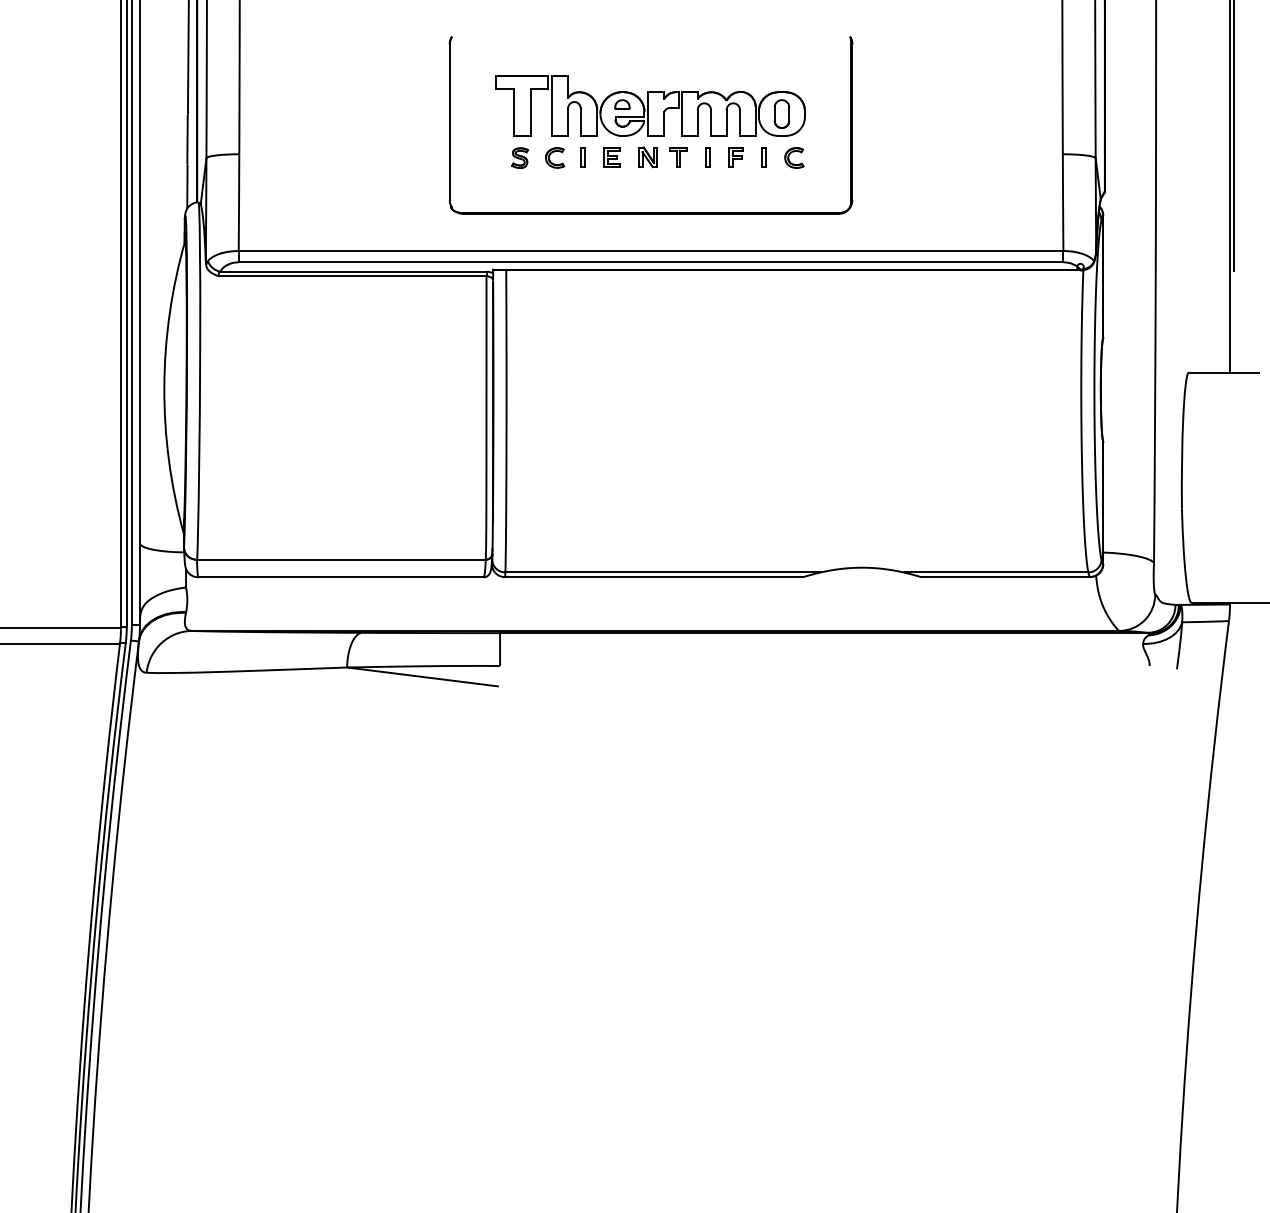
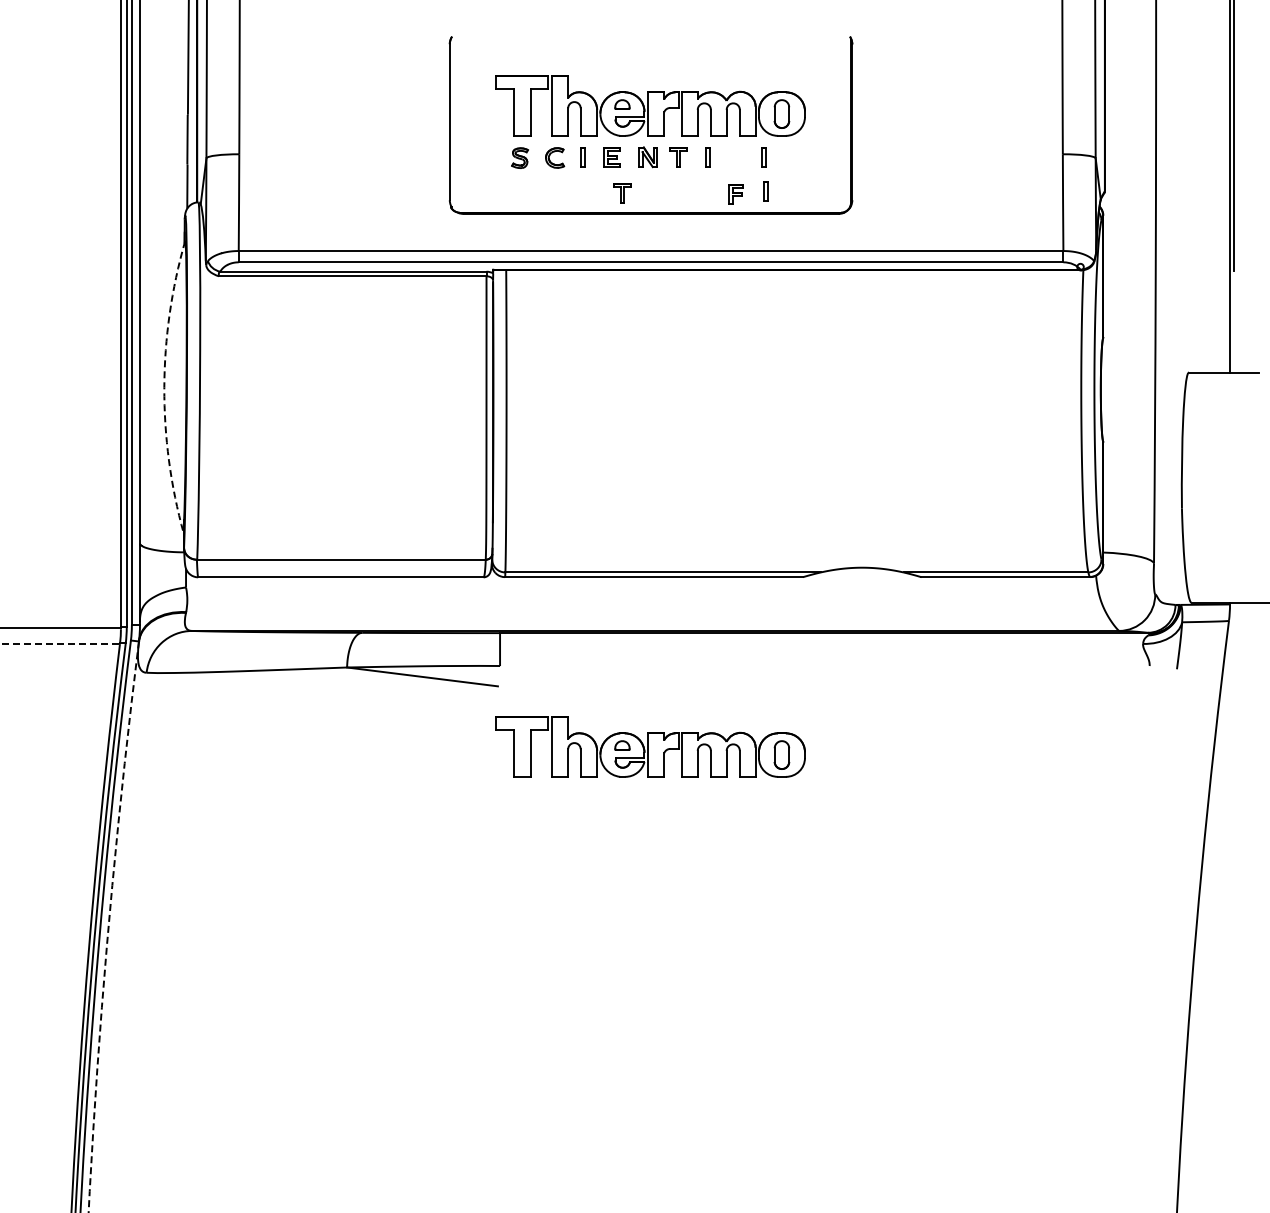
part at (735, 157) position: (735, 157) -> (735, 194)
part at (794, 157): present -> none
part at (765, 191): none -> present
part at (622, 193): none -> present
arc at (164, 387): solid -> dashed
line at (60, 644): solid -> dashed
part at (650, 746): none -> present
arc at (108, 926): solid -> dashed
